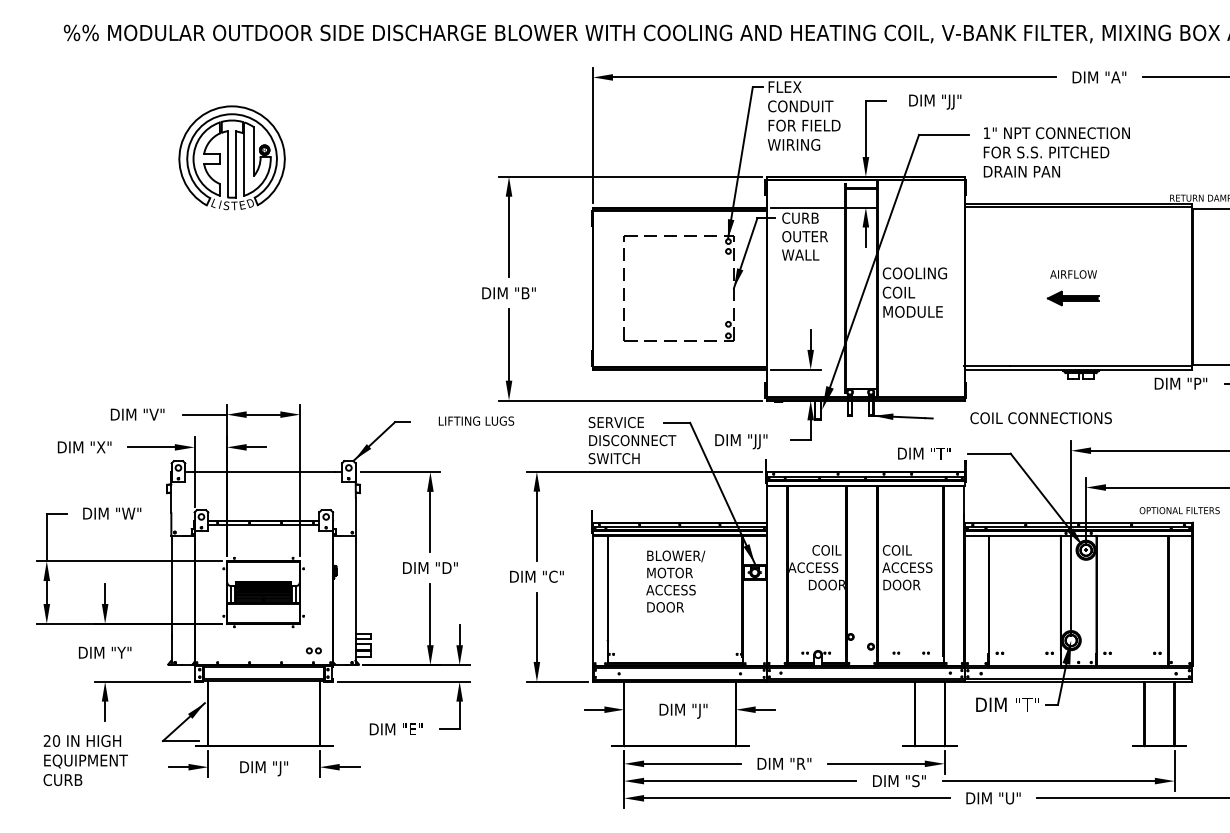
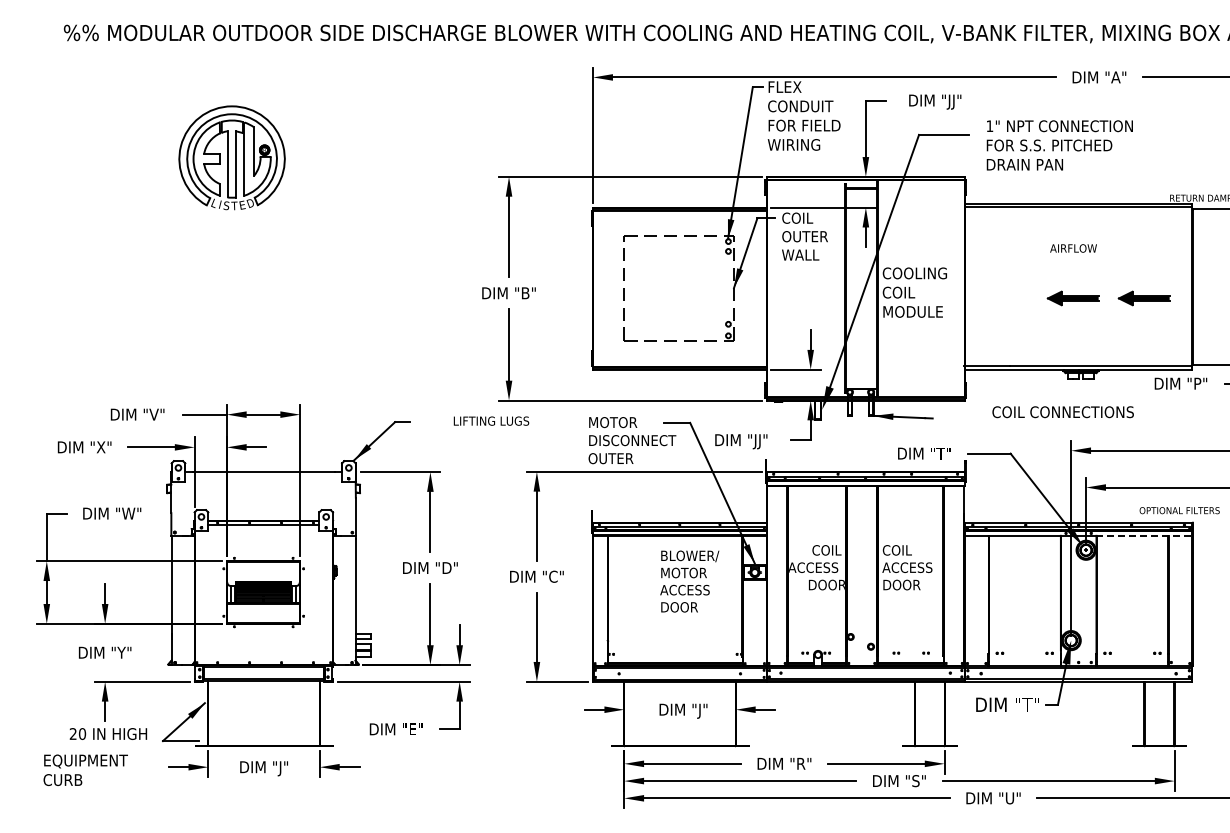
text at (1056, 152) position: (1056, 152) -> (1059, 145)
text at (804, 217): CURB -> COIL
text at (1073, 274) position: (1073, 274) -> (1073, 248)
part at (1143, 298): none -> present
text at (1040, 418) position: (1040, 418) -> (1062, 412)
text at (476, 420) position: (476, 420) -> (491, 420)
text at (615, 422): SERVICE -> MOTOR
text at (613, 458): SWITCH -> OUTER
line at (1144, 535): solid -> dashed
text at (675, 581) position: (675, 581) -> (689, 581)
part at (313, 650): present -> none
text at (82, 740) position: (82, 740) -> (108, 733)
